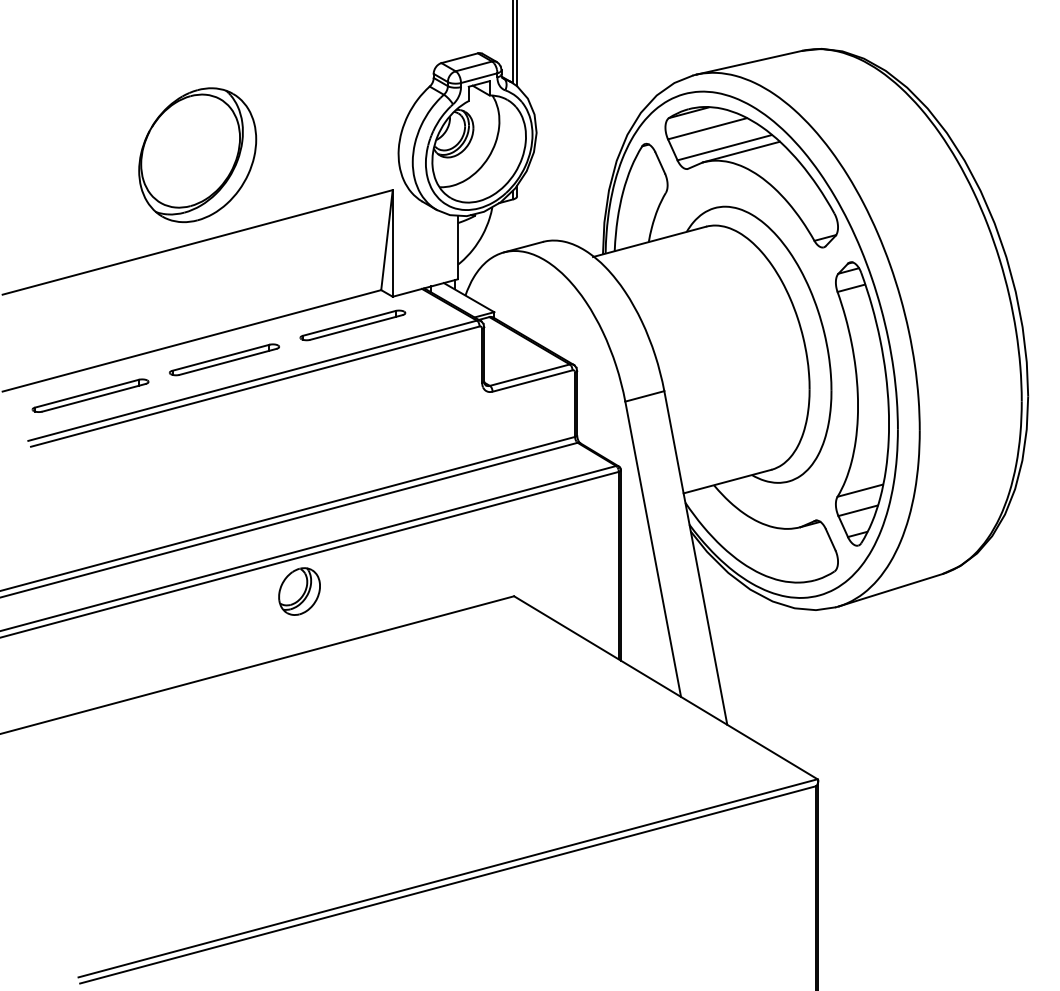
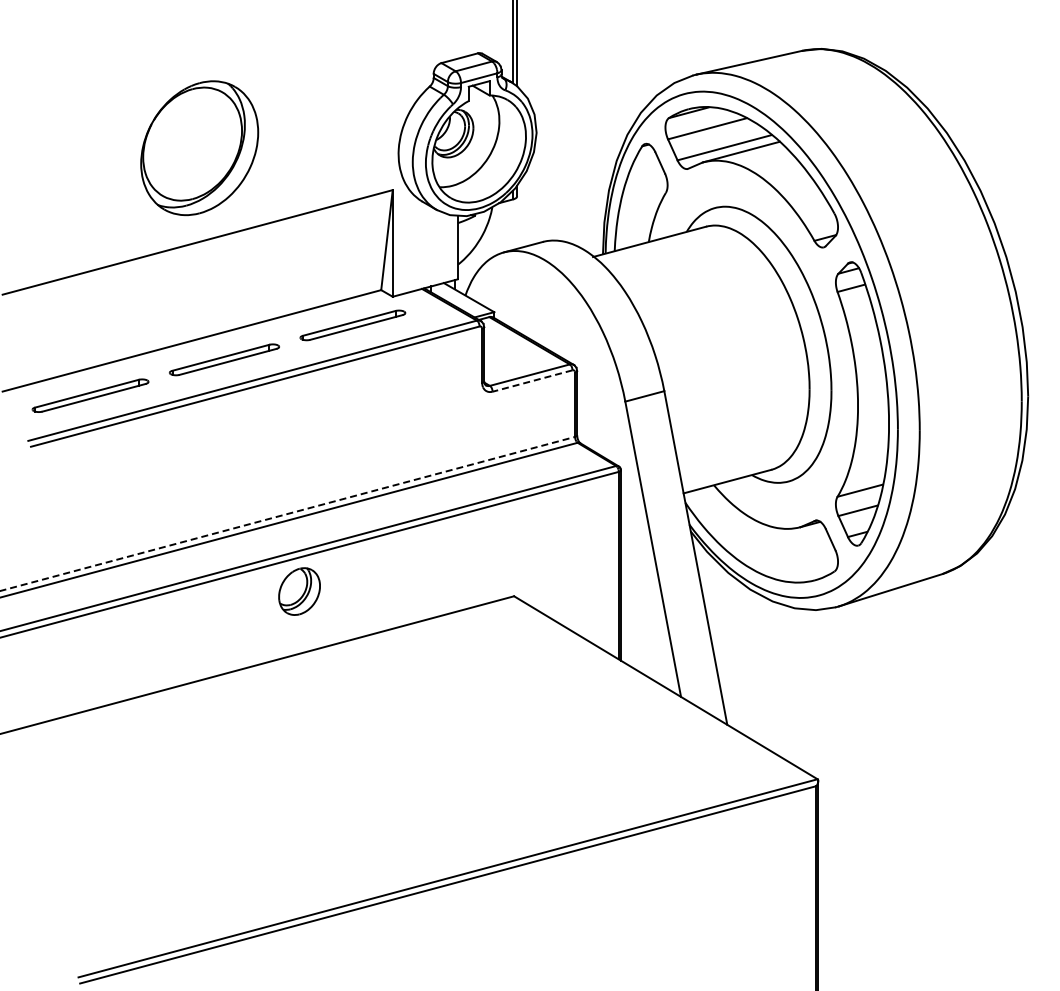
part at (197, 155) position: (197, 155) -> (199, 148)
line at (532, 381): solid -> dashed
line at (288, 513): solid -> dashed
